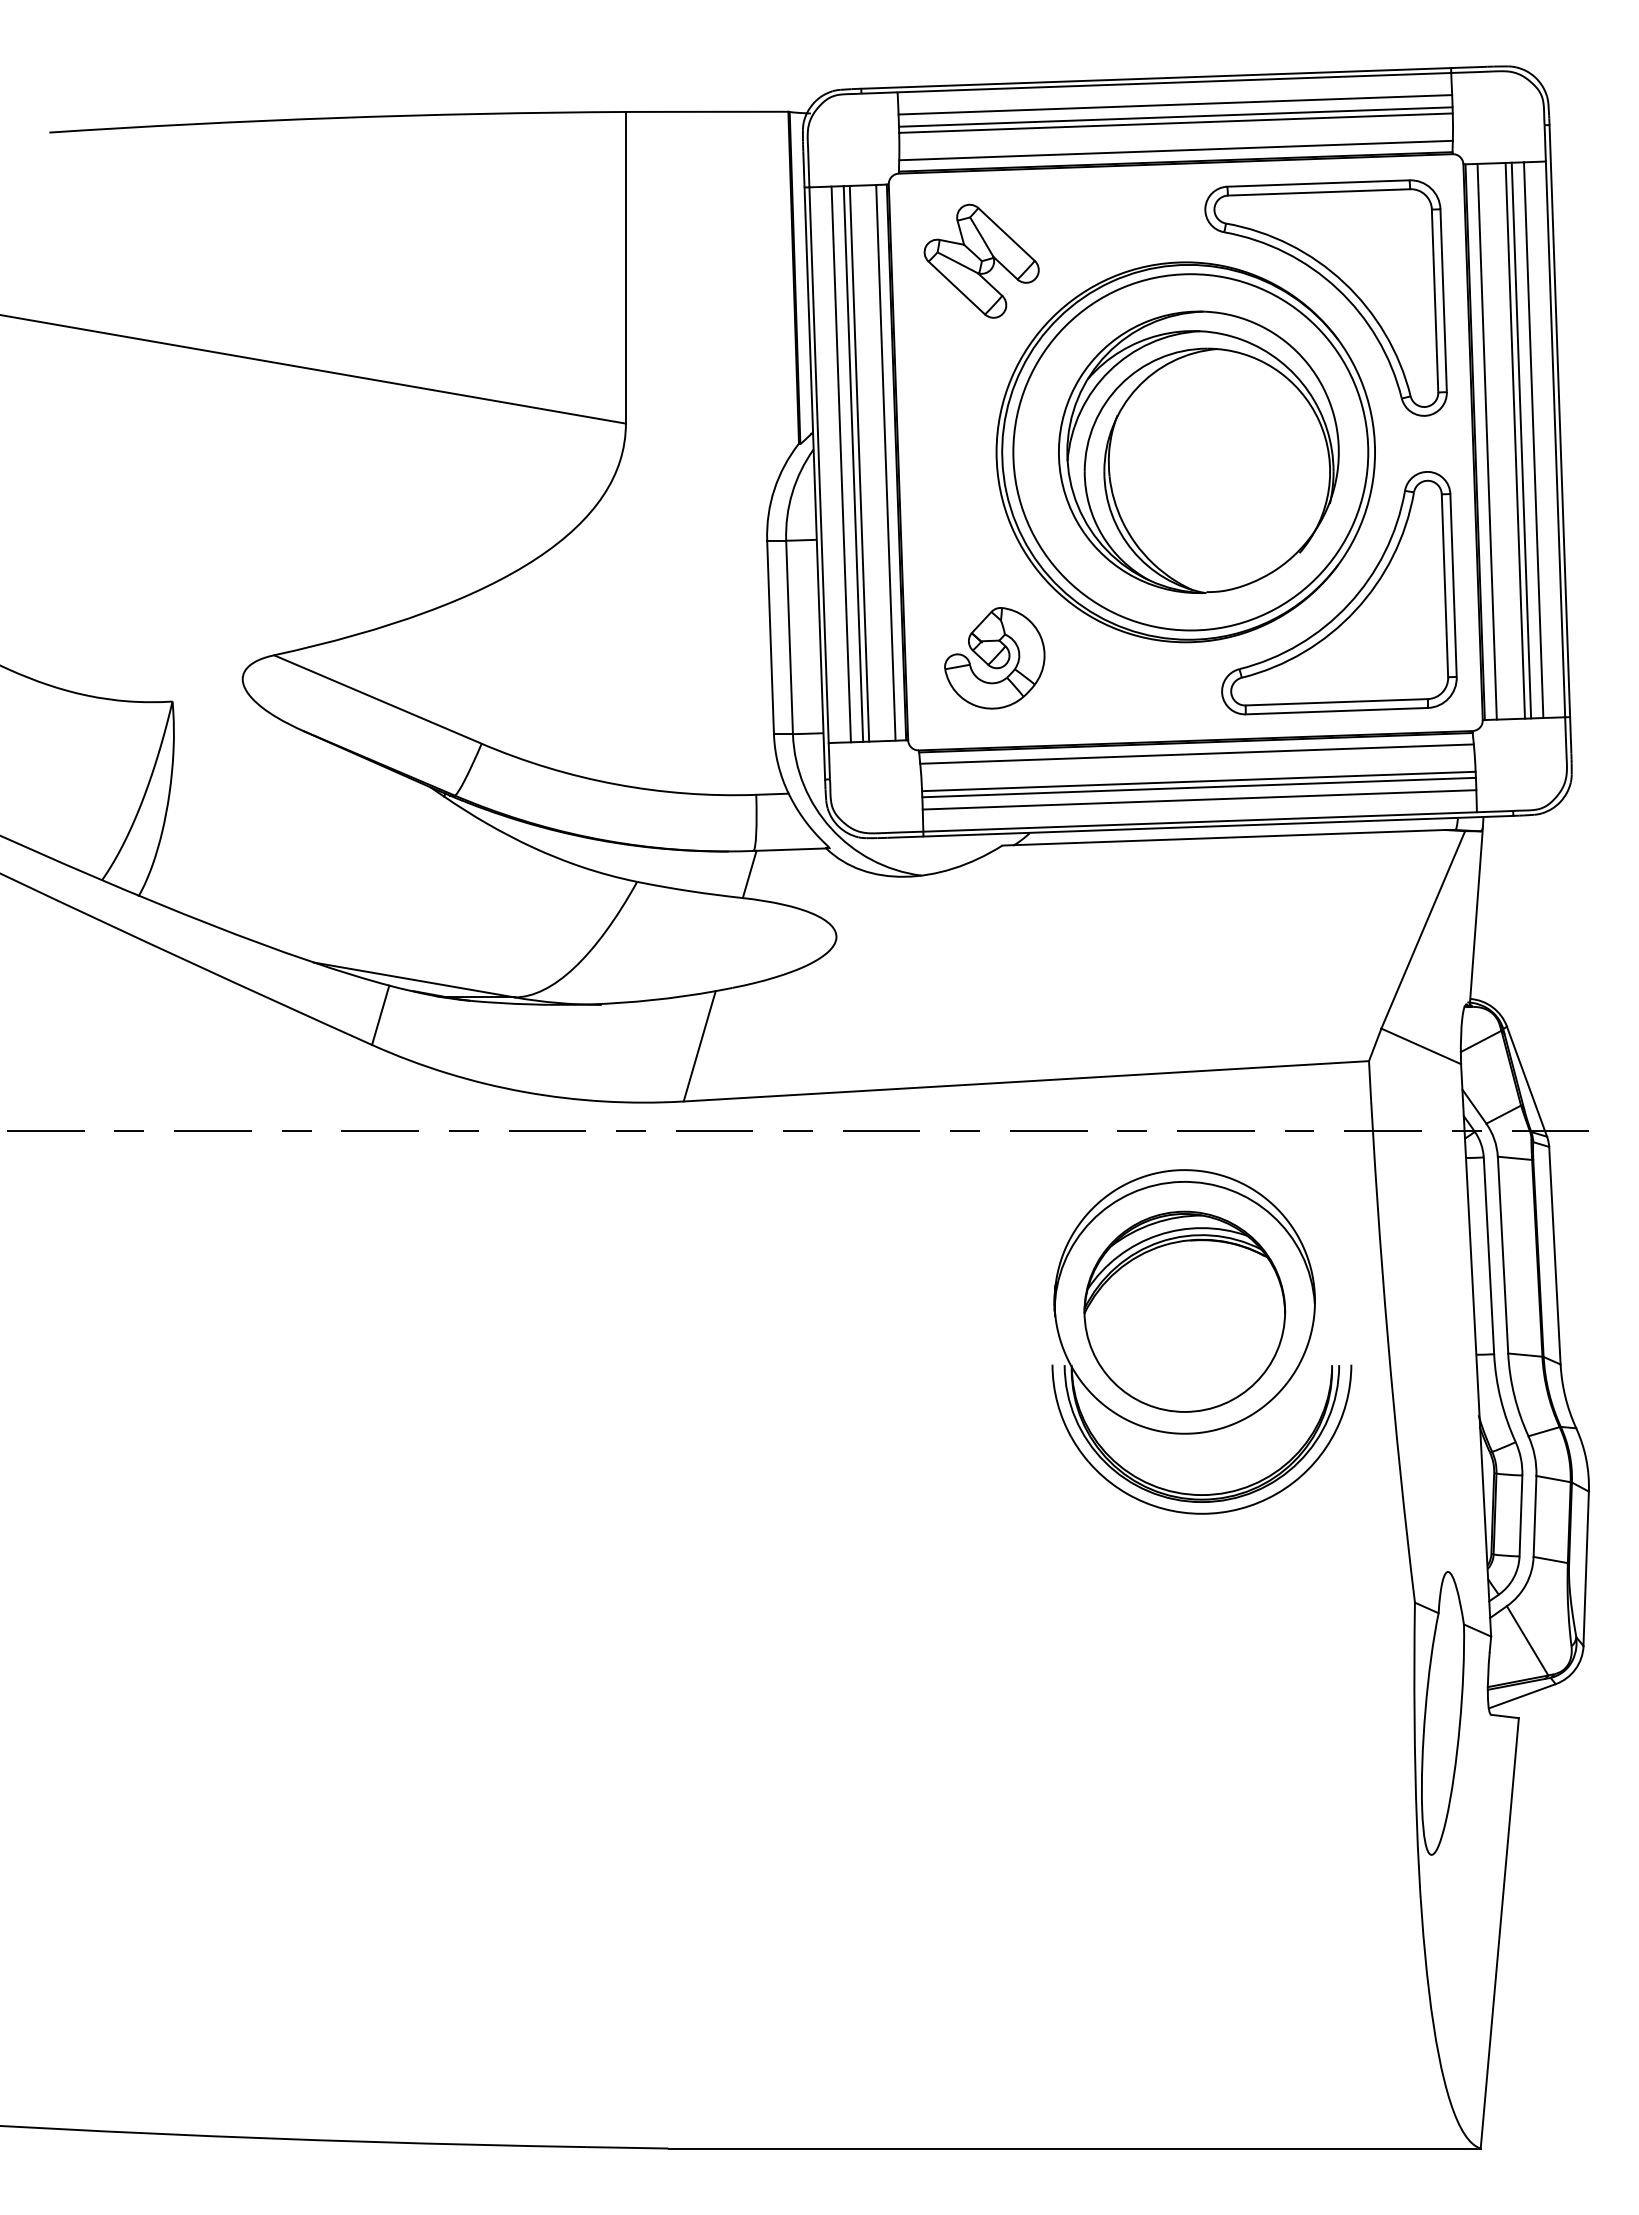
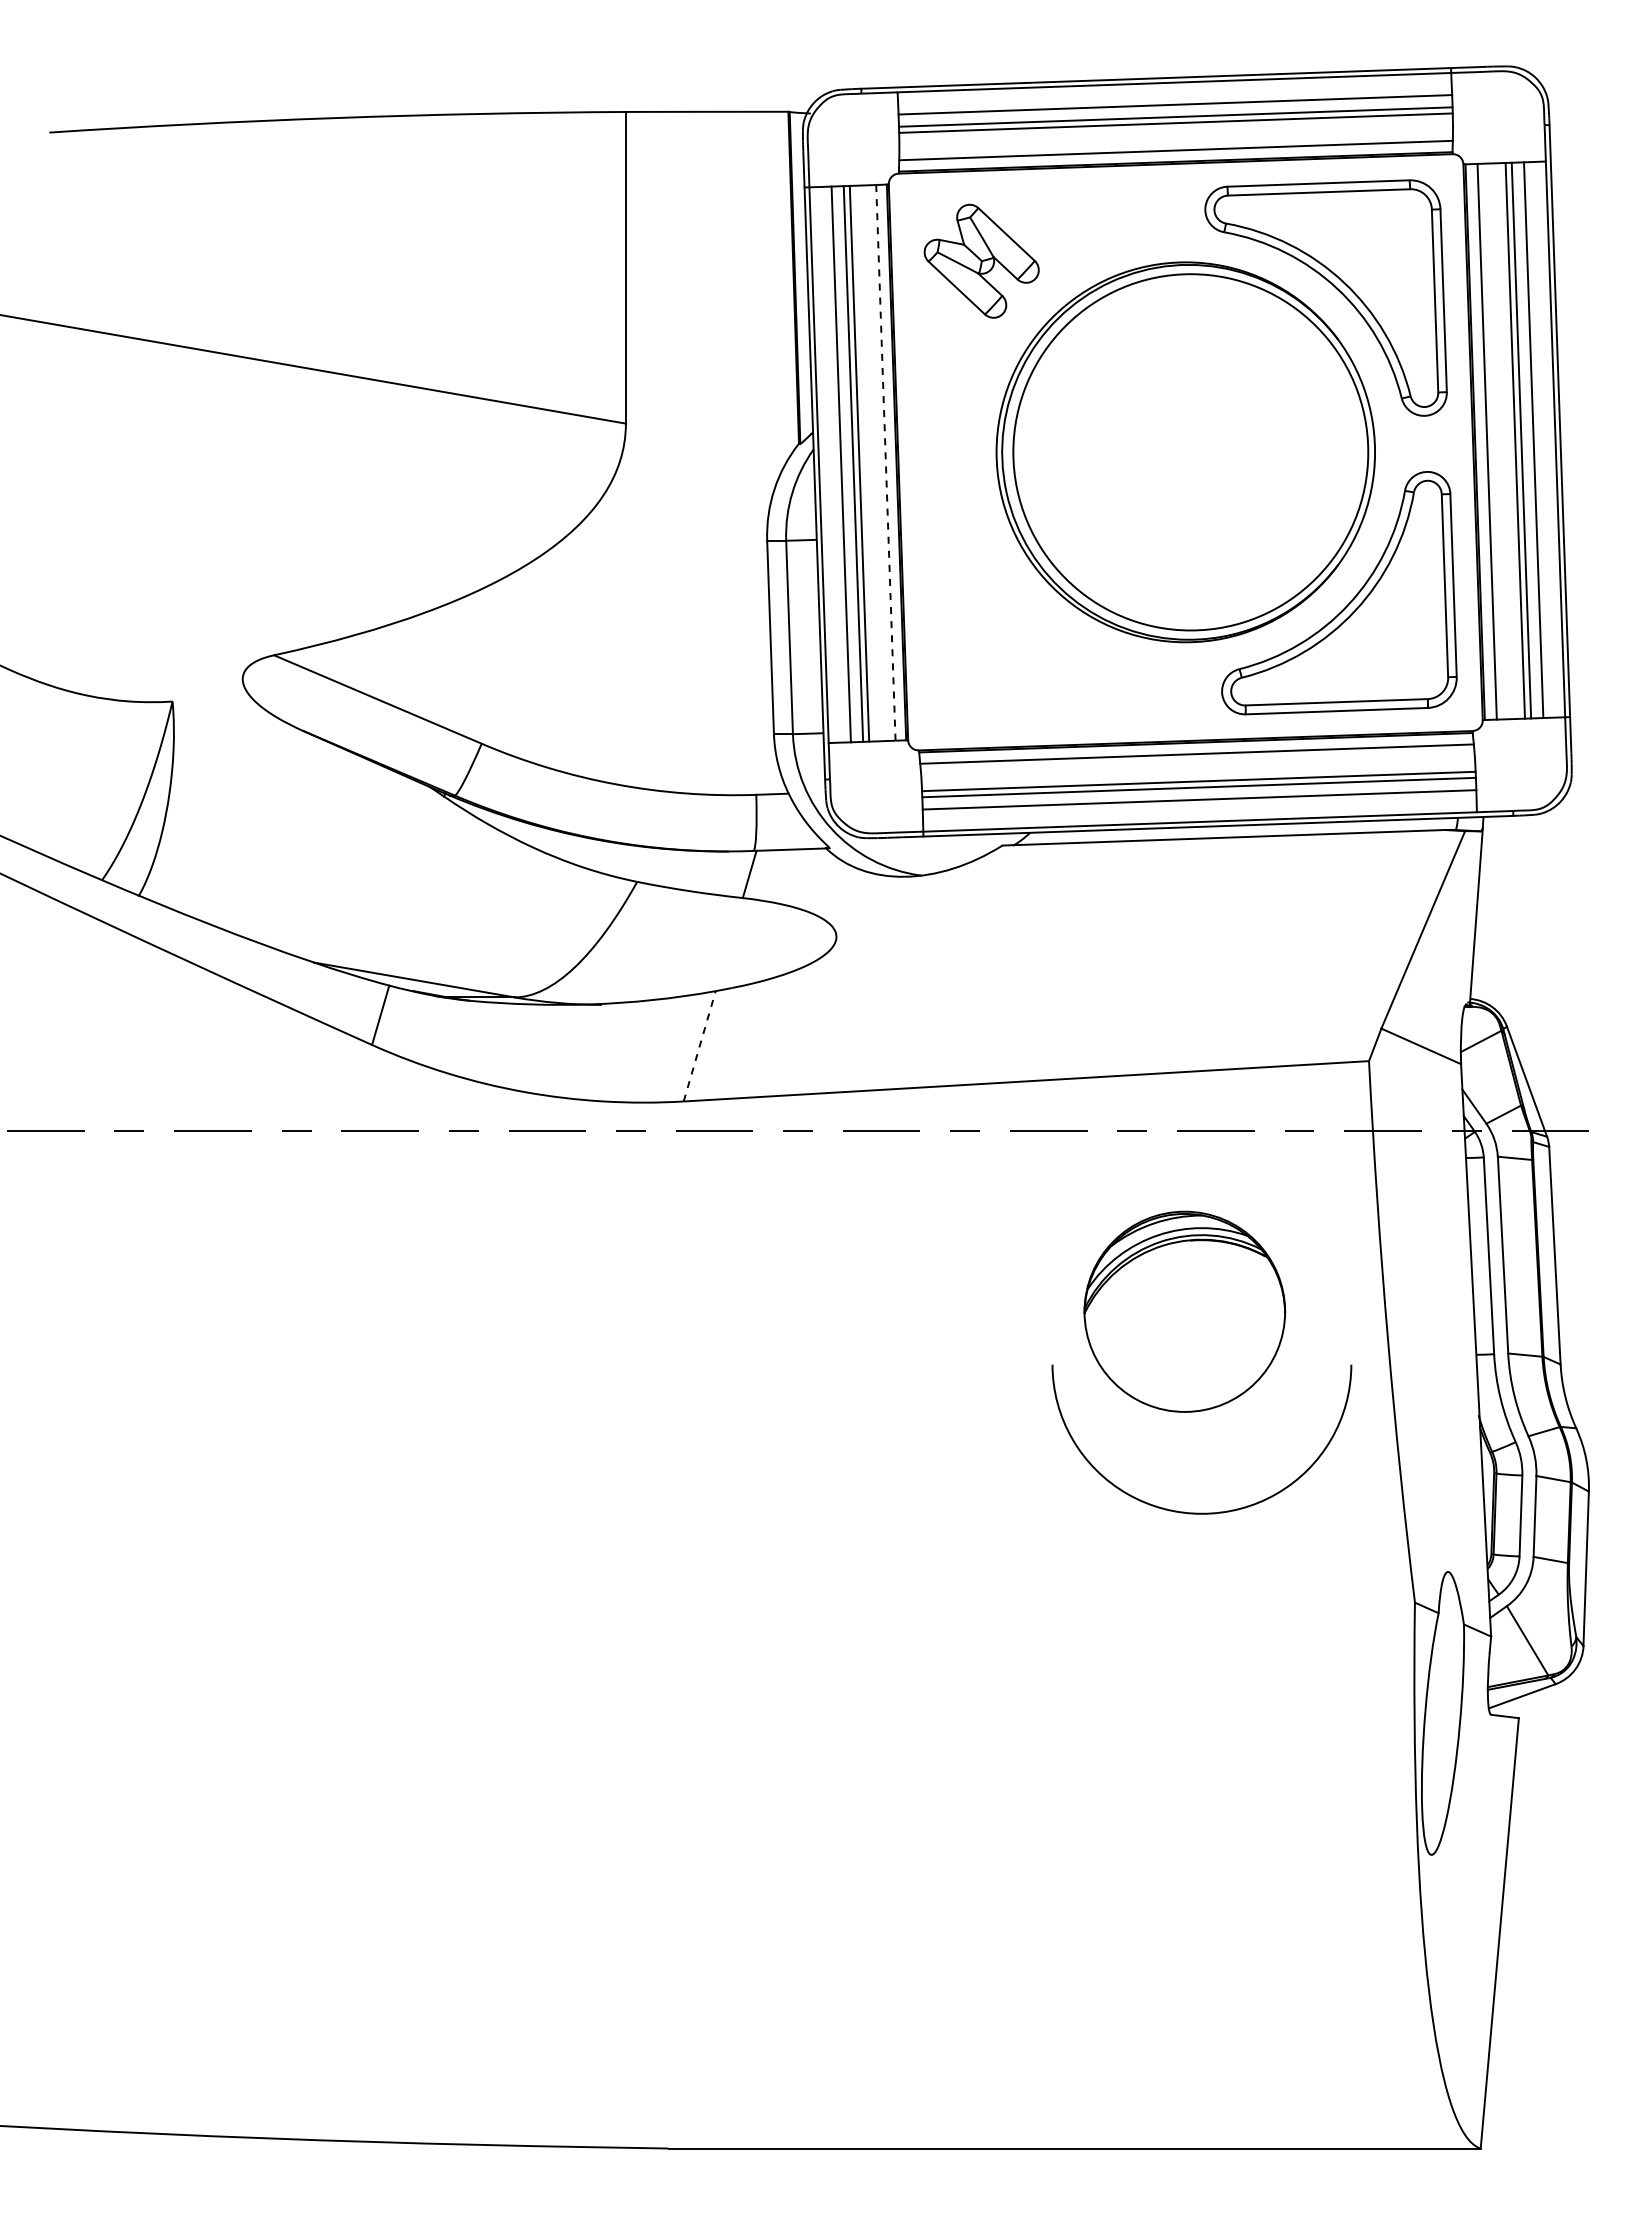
part at (1198, 451): present -> none
line at (885, 462): solid -> dashed
part at (994, 658): present -> none
line at (699, 1045): solid -> dashed
part at (1196, 1335): present -> none
